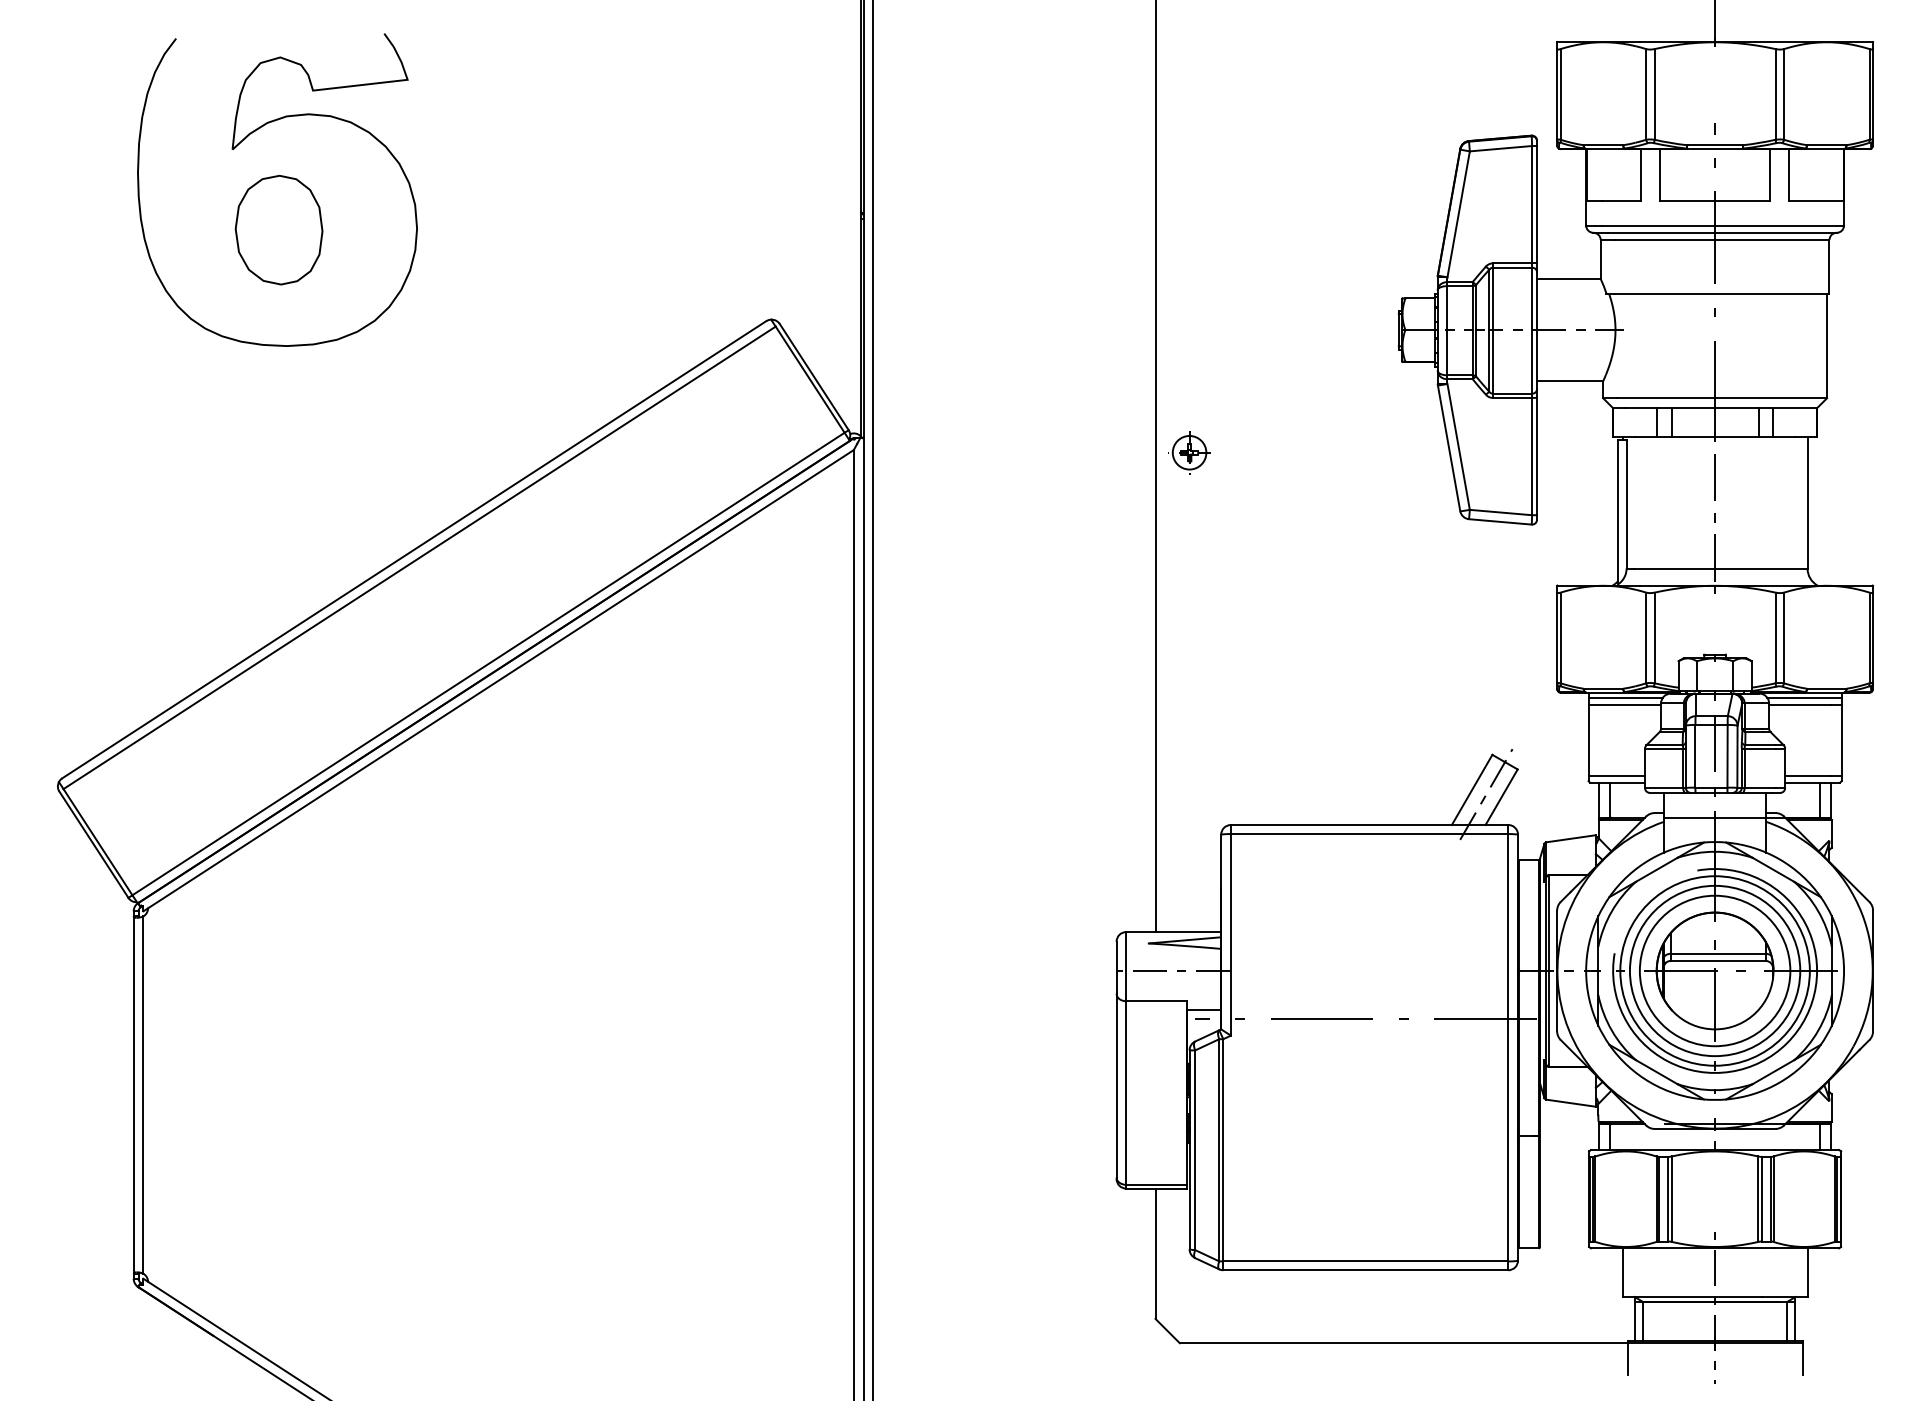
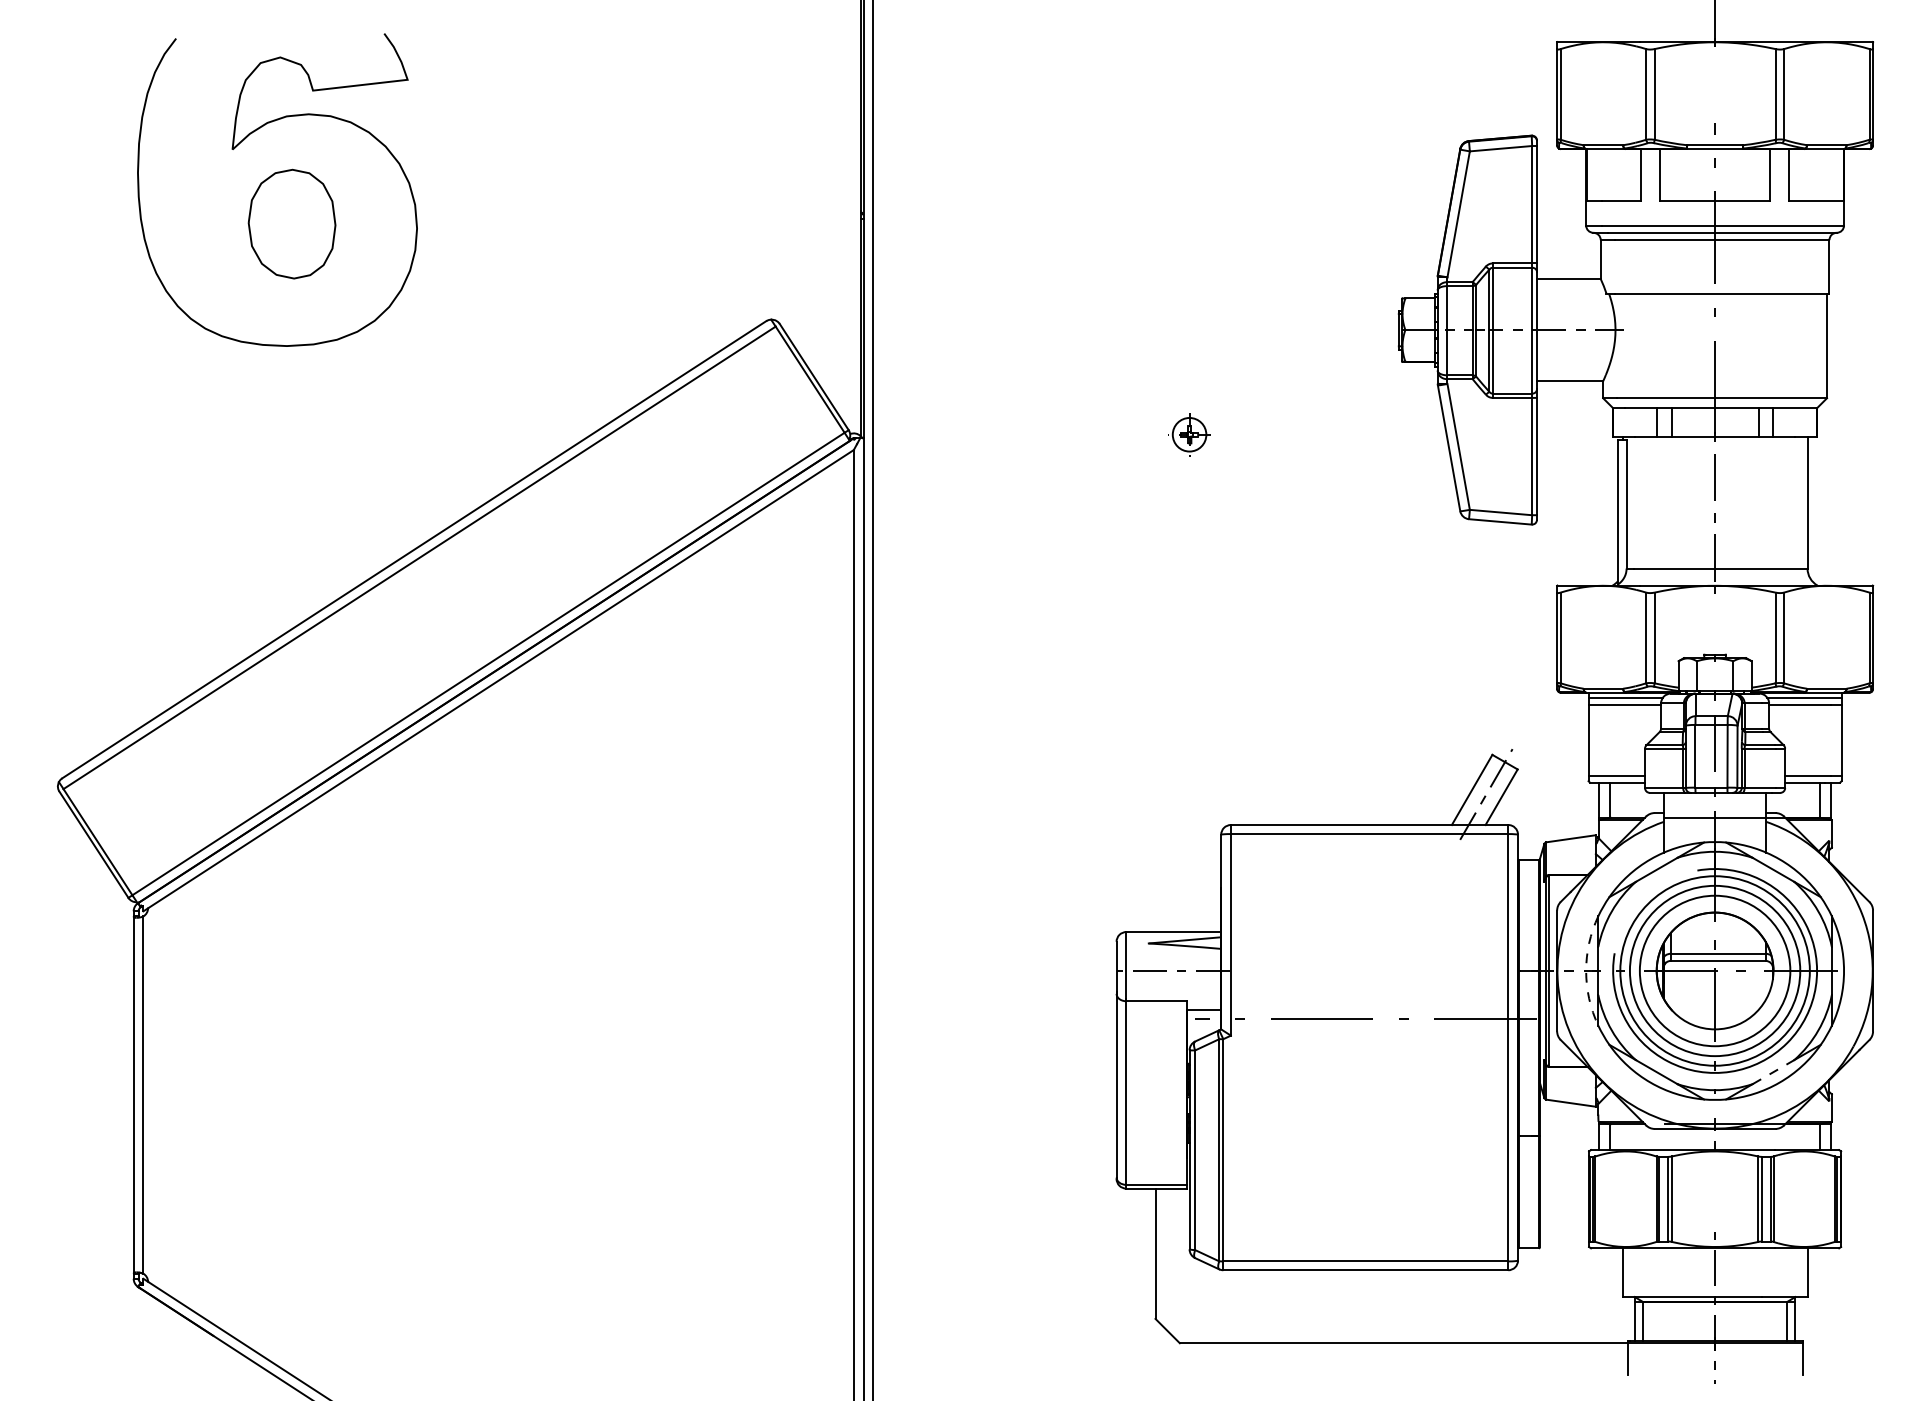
part at (278, 229) position: (278, 229) -> (291, 223)
part at (1189, 452) position: (1189, 452) -> (1189, 434)
line at (1155, 467): present -> none
arc at (1586, 970): solid -> dashed
line at (1773, 1072): solid -> dashed
